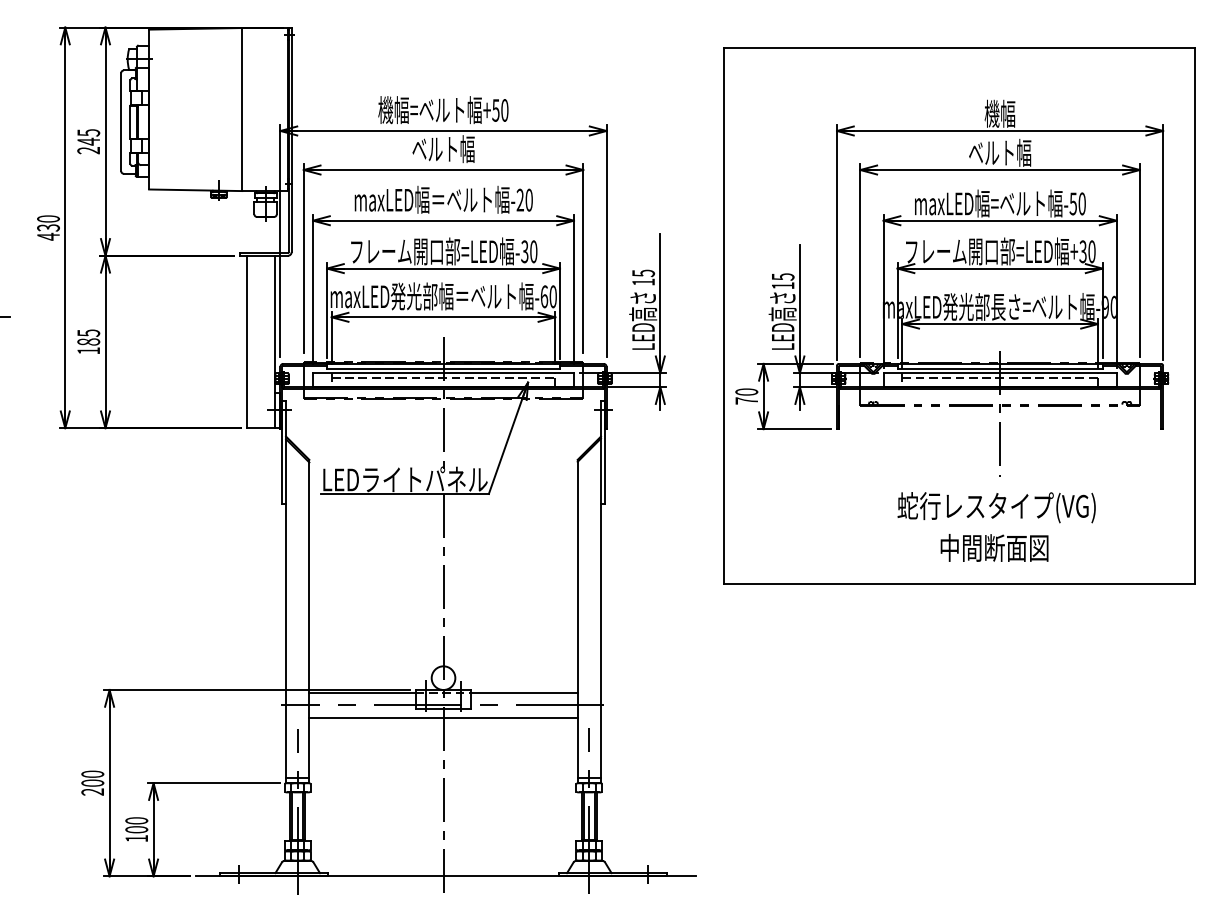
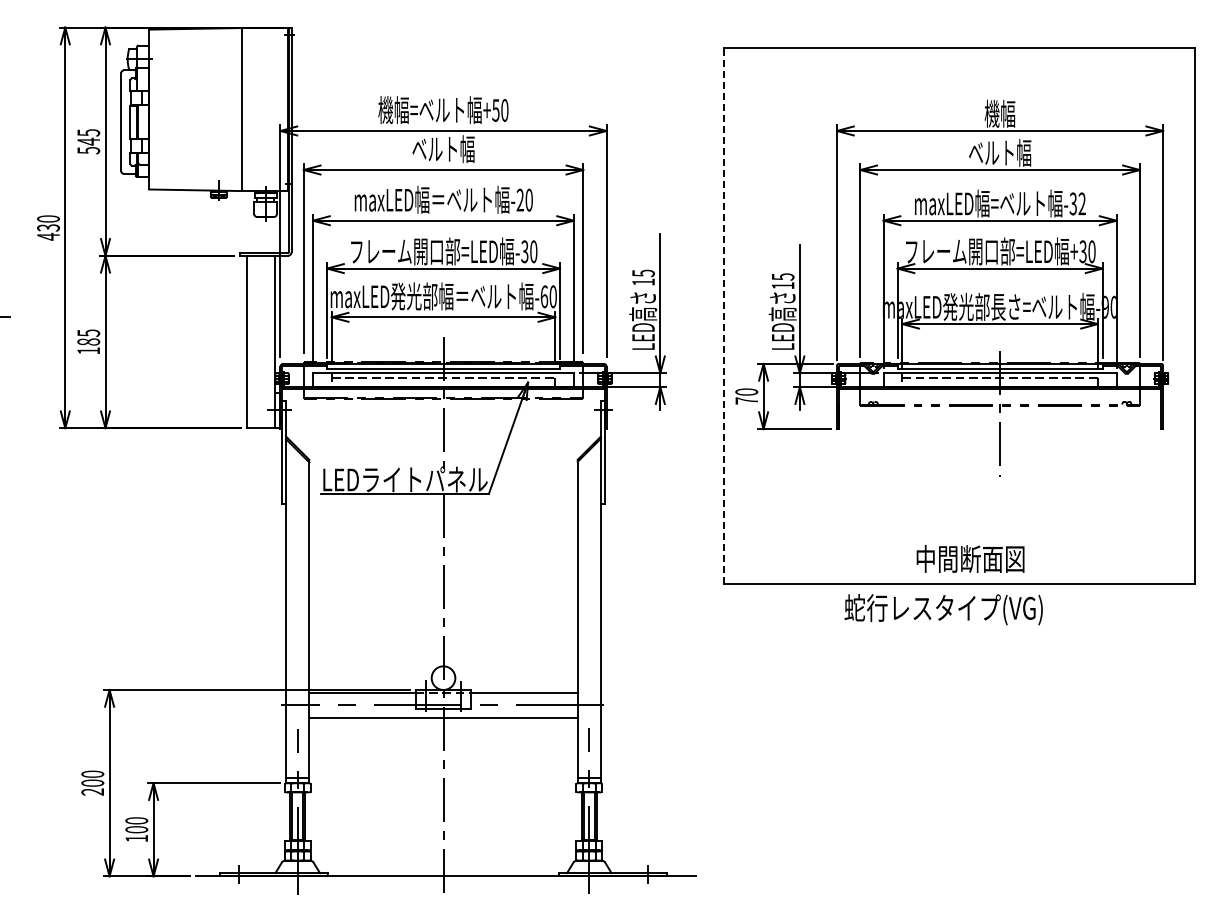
text at (88, 150): 245 -> 545
text at (1077, 203): -50 -> -32
line at (723, 315): solid -> dashed
text at (996, 507) position: (996, 507) -> (943, 609)
text at (994, 547) position: (994, 547) -> (970, 558)
